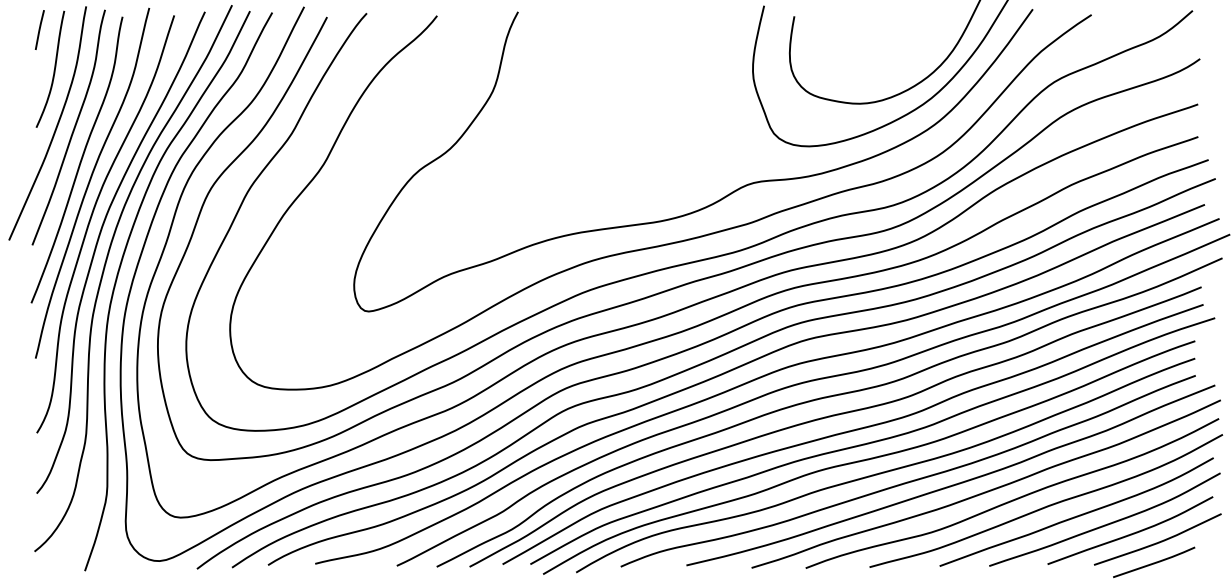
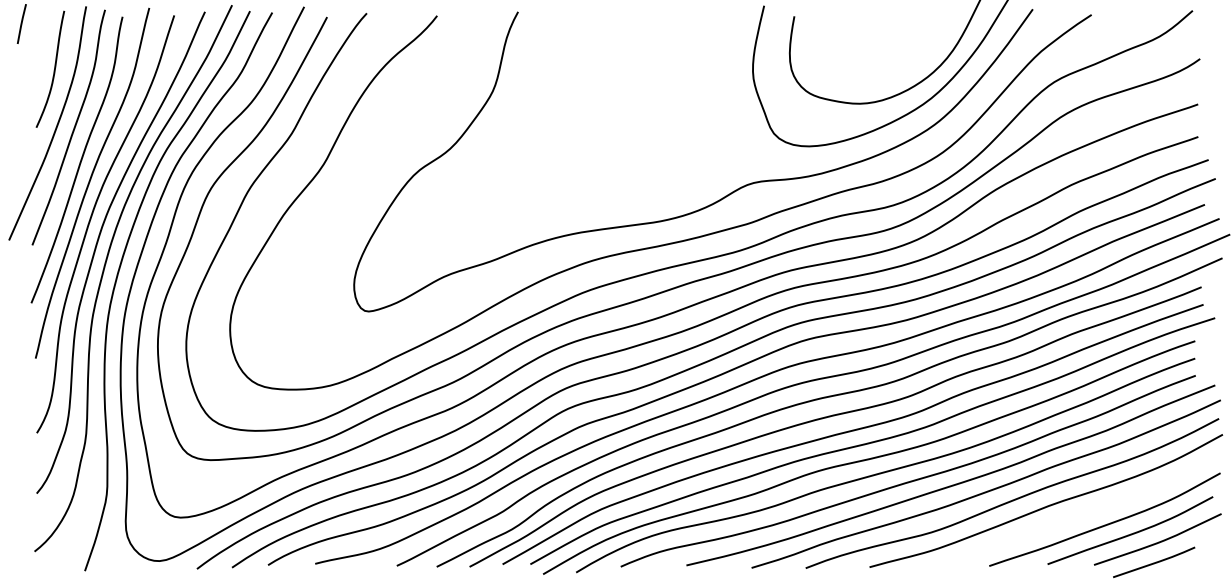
line at (39, 29) position: (39, 29) -> (21, 23)
curve at (1076, 515): present -> none
